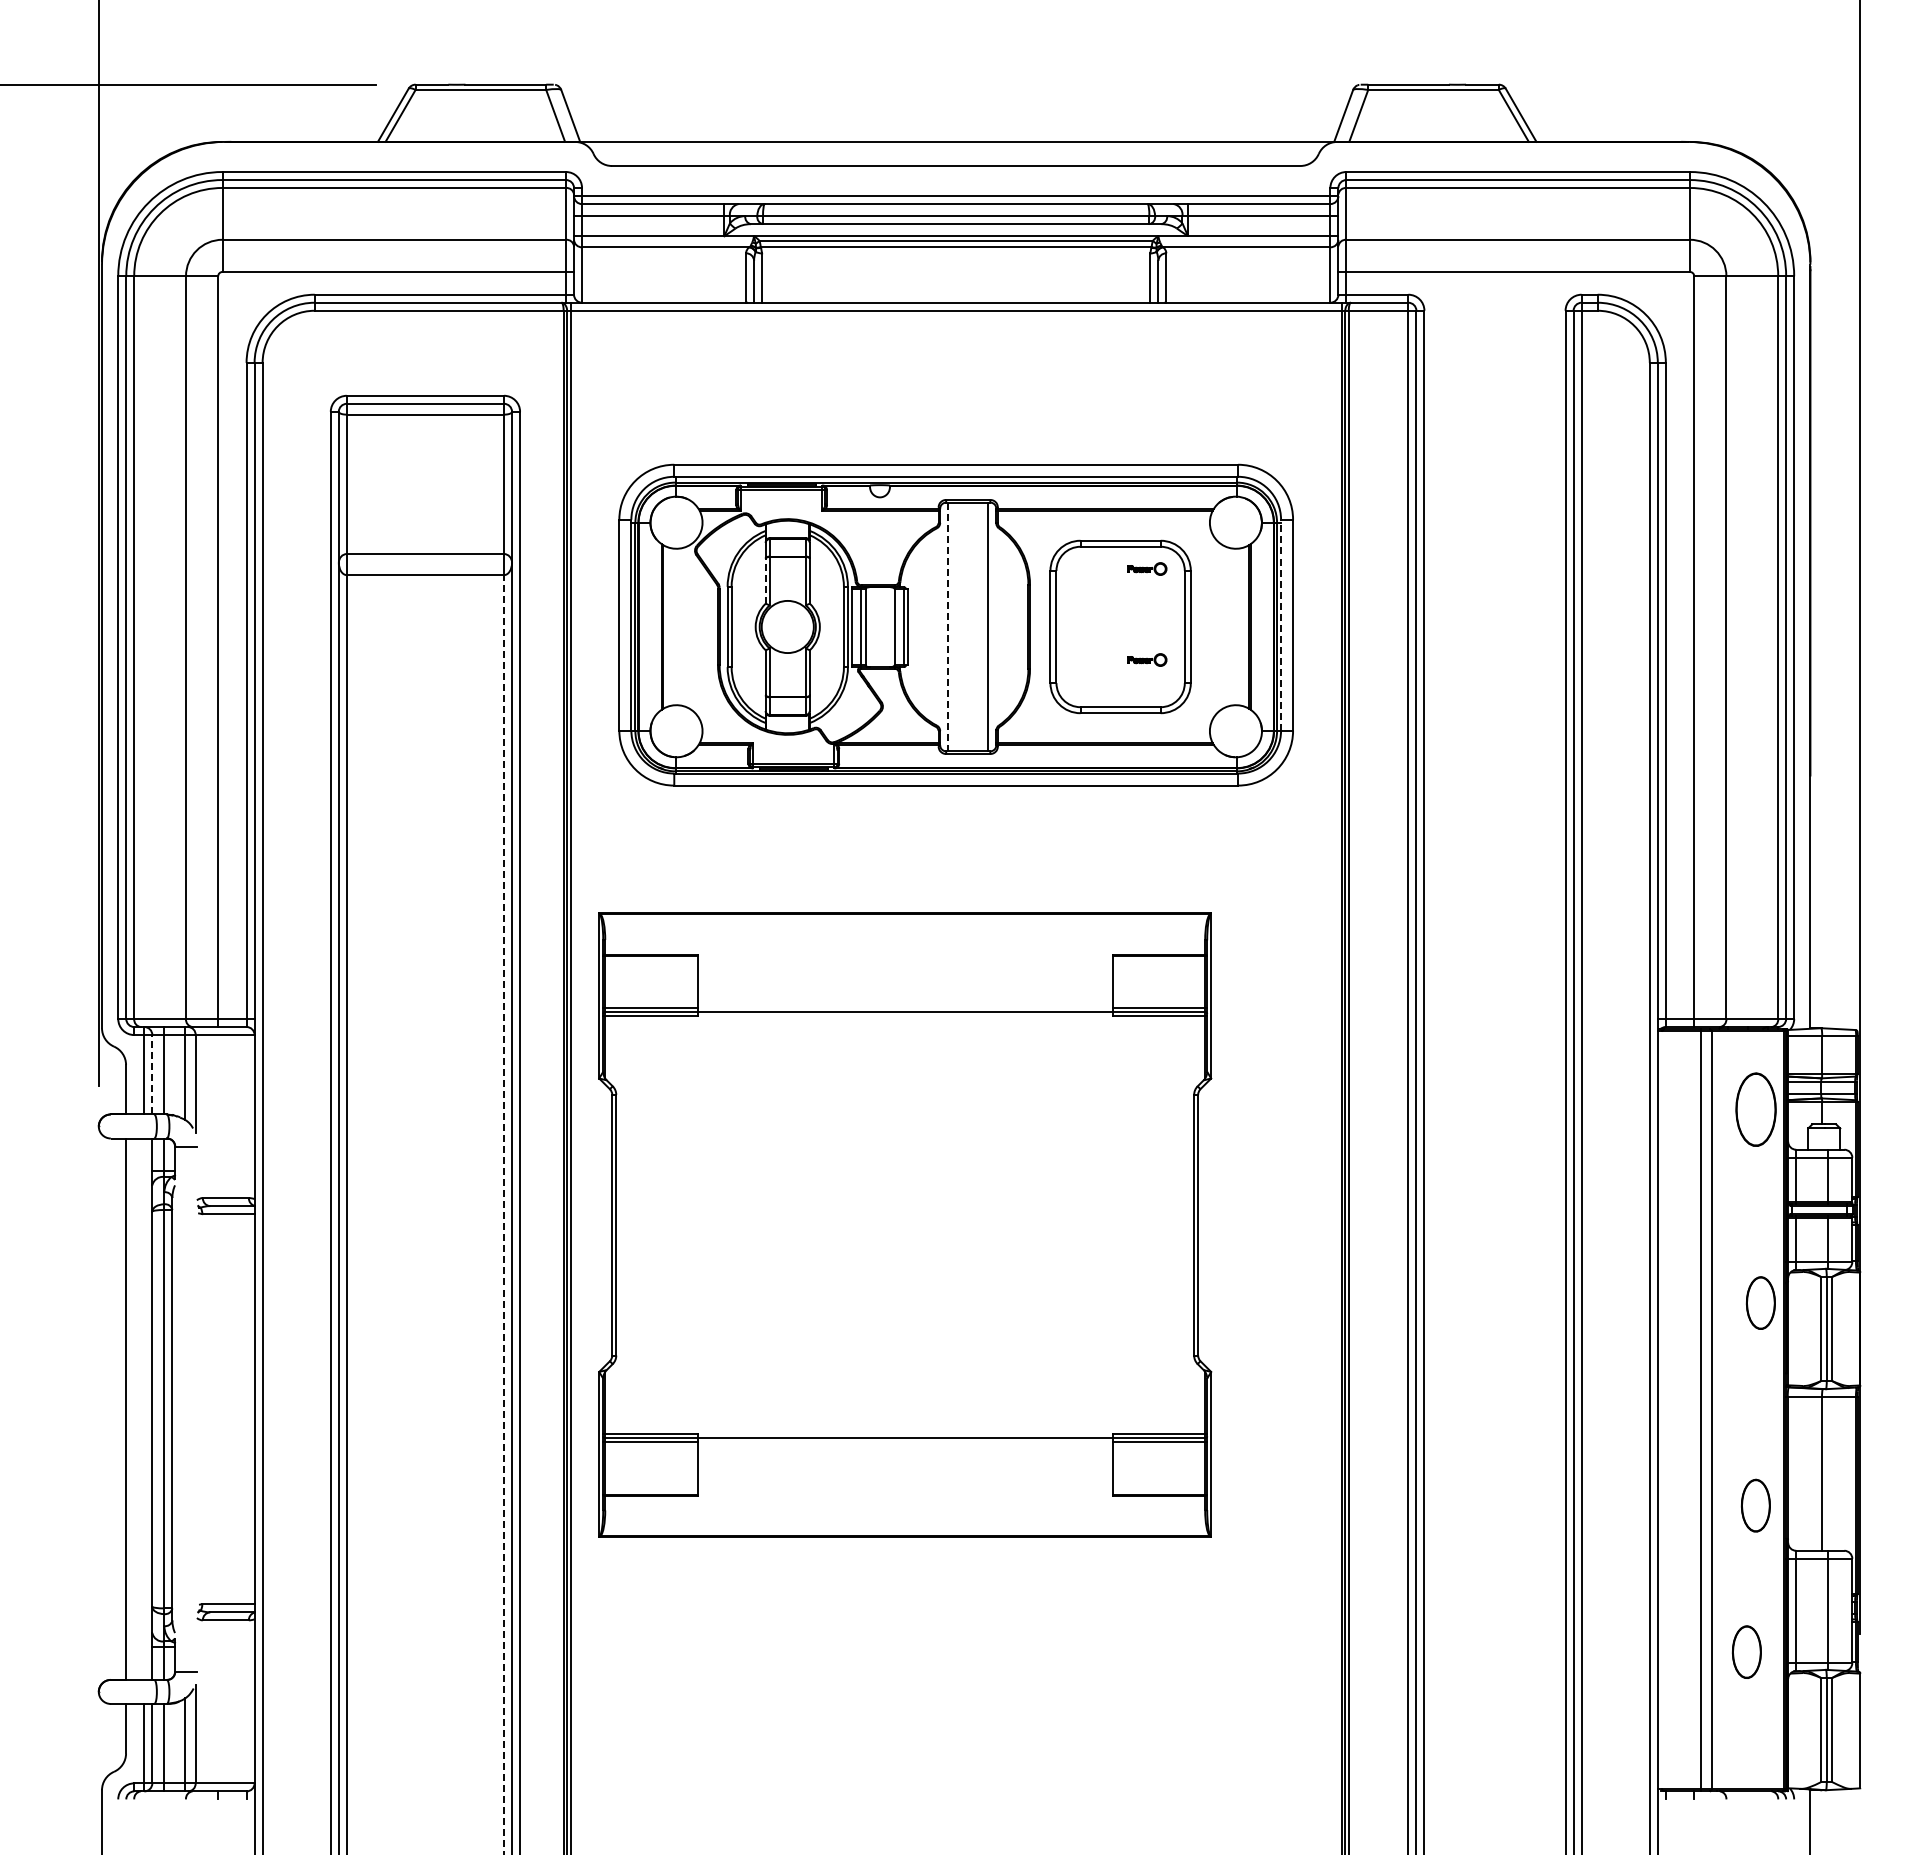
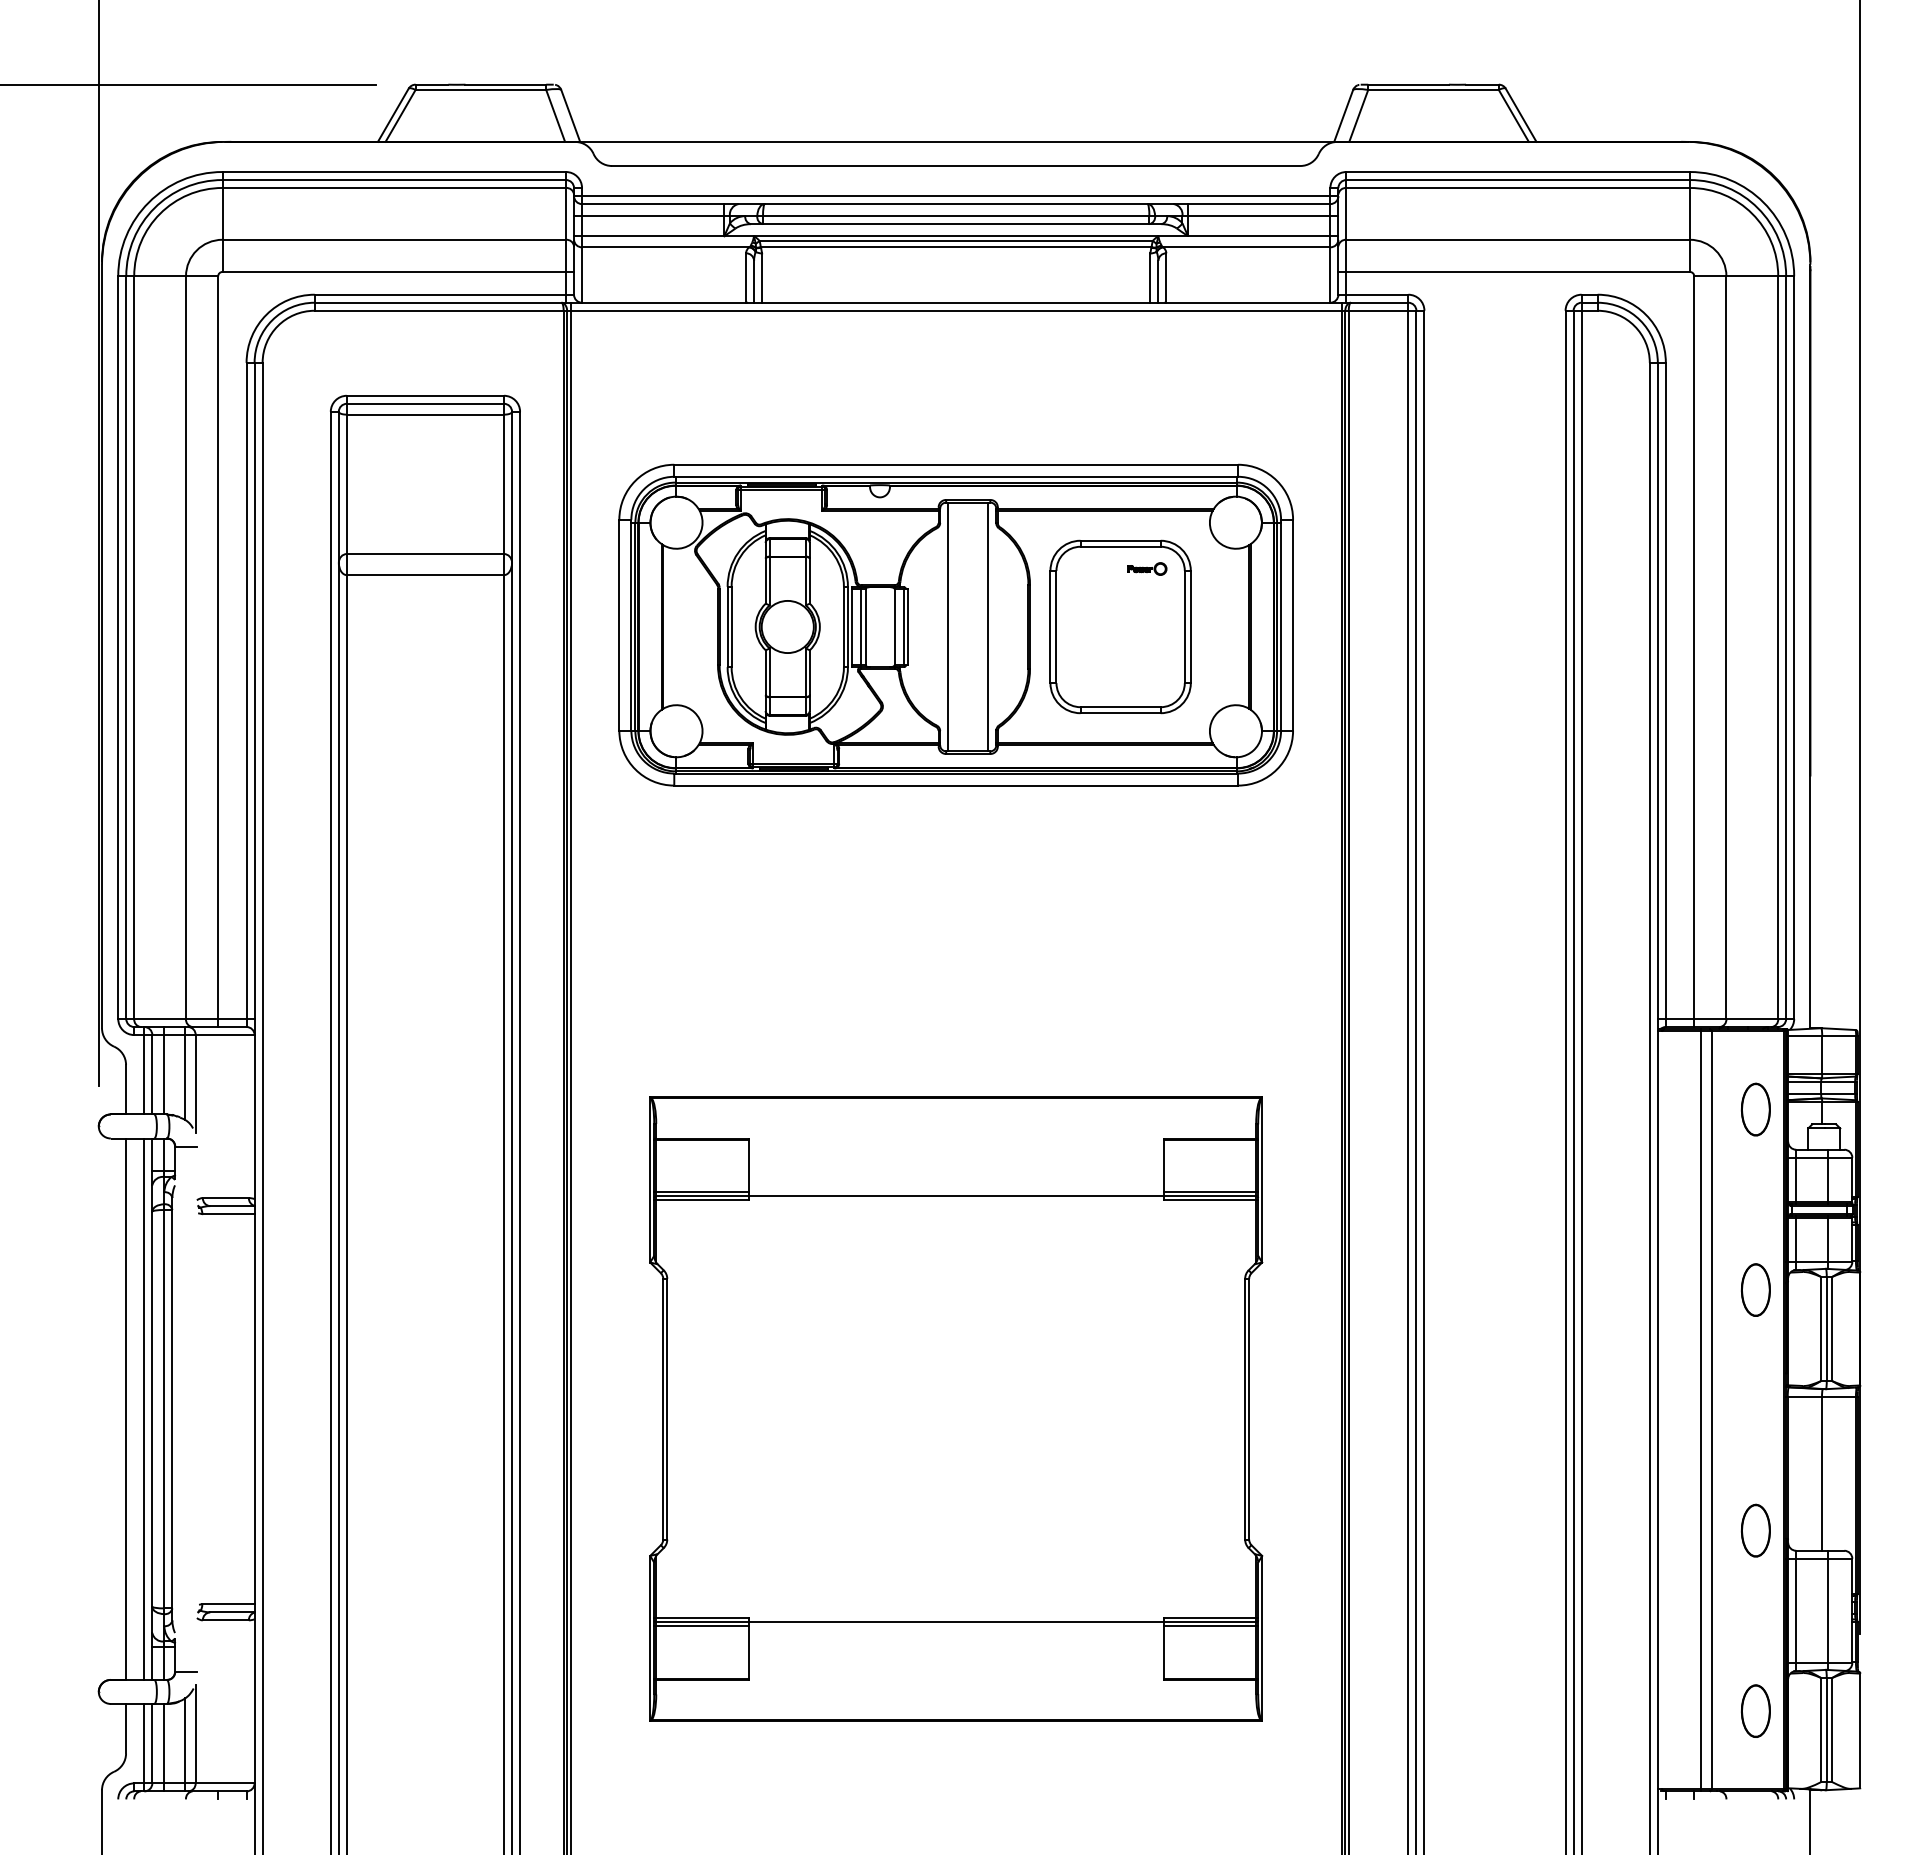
line at (765, 581): dashed -> solid
line at (1281, 624): dashed -> solid
line at (948, 627): dashed -> solid
part at (1147, 659): present -> none
line at (152, 1074): dashed -> solid
part at (1755, 1109) size: 42x75 px -> 31x55 px
line at (504, 1214): dashed -> solid
part at (905, 1224) position: (905, 1224) -> (956, 1408)
part at (1760, 1302) position: (1760, 1302) -> (1755, 1289)
line at (144, 1408): none -> present
part at (1755, 1505) position: (1755, 1505) -> (1755, 1530)
part at (1746, 1651) position: (1746, 1651) -> (1755, 1710)
